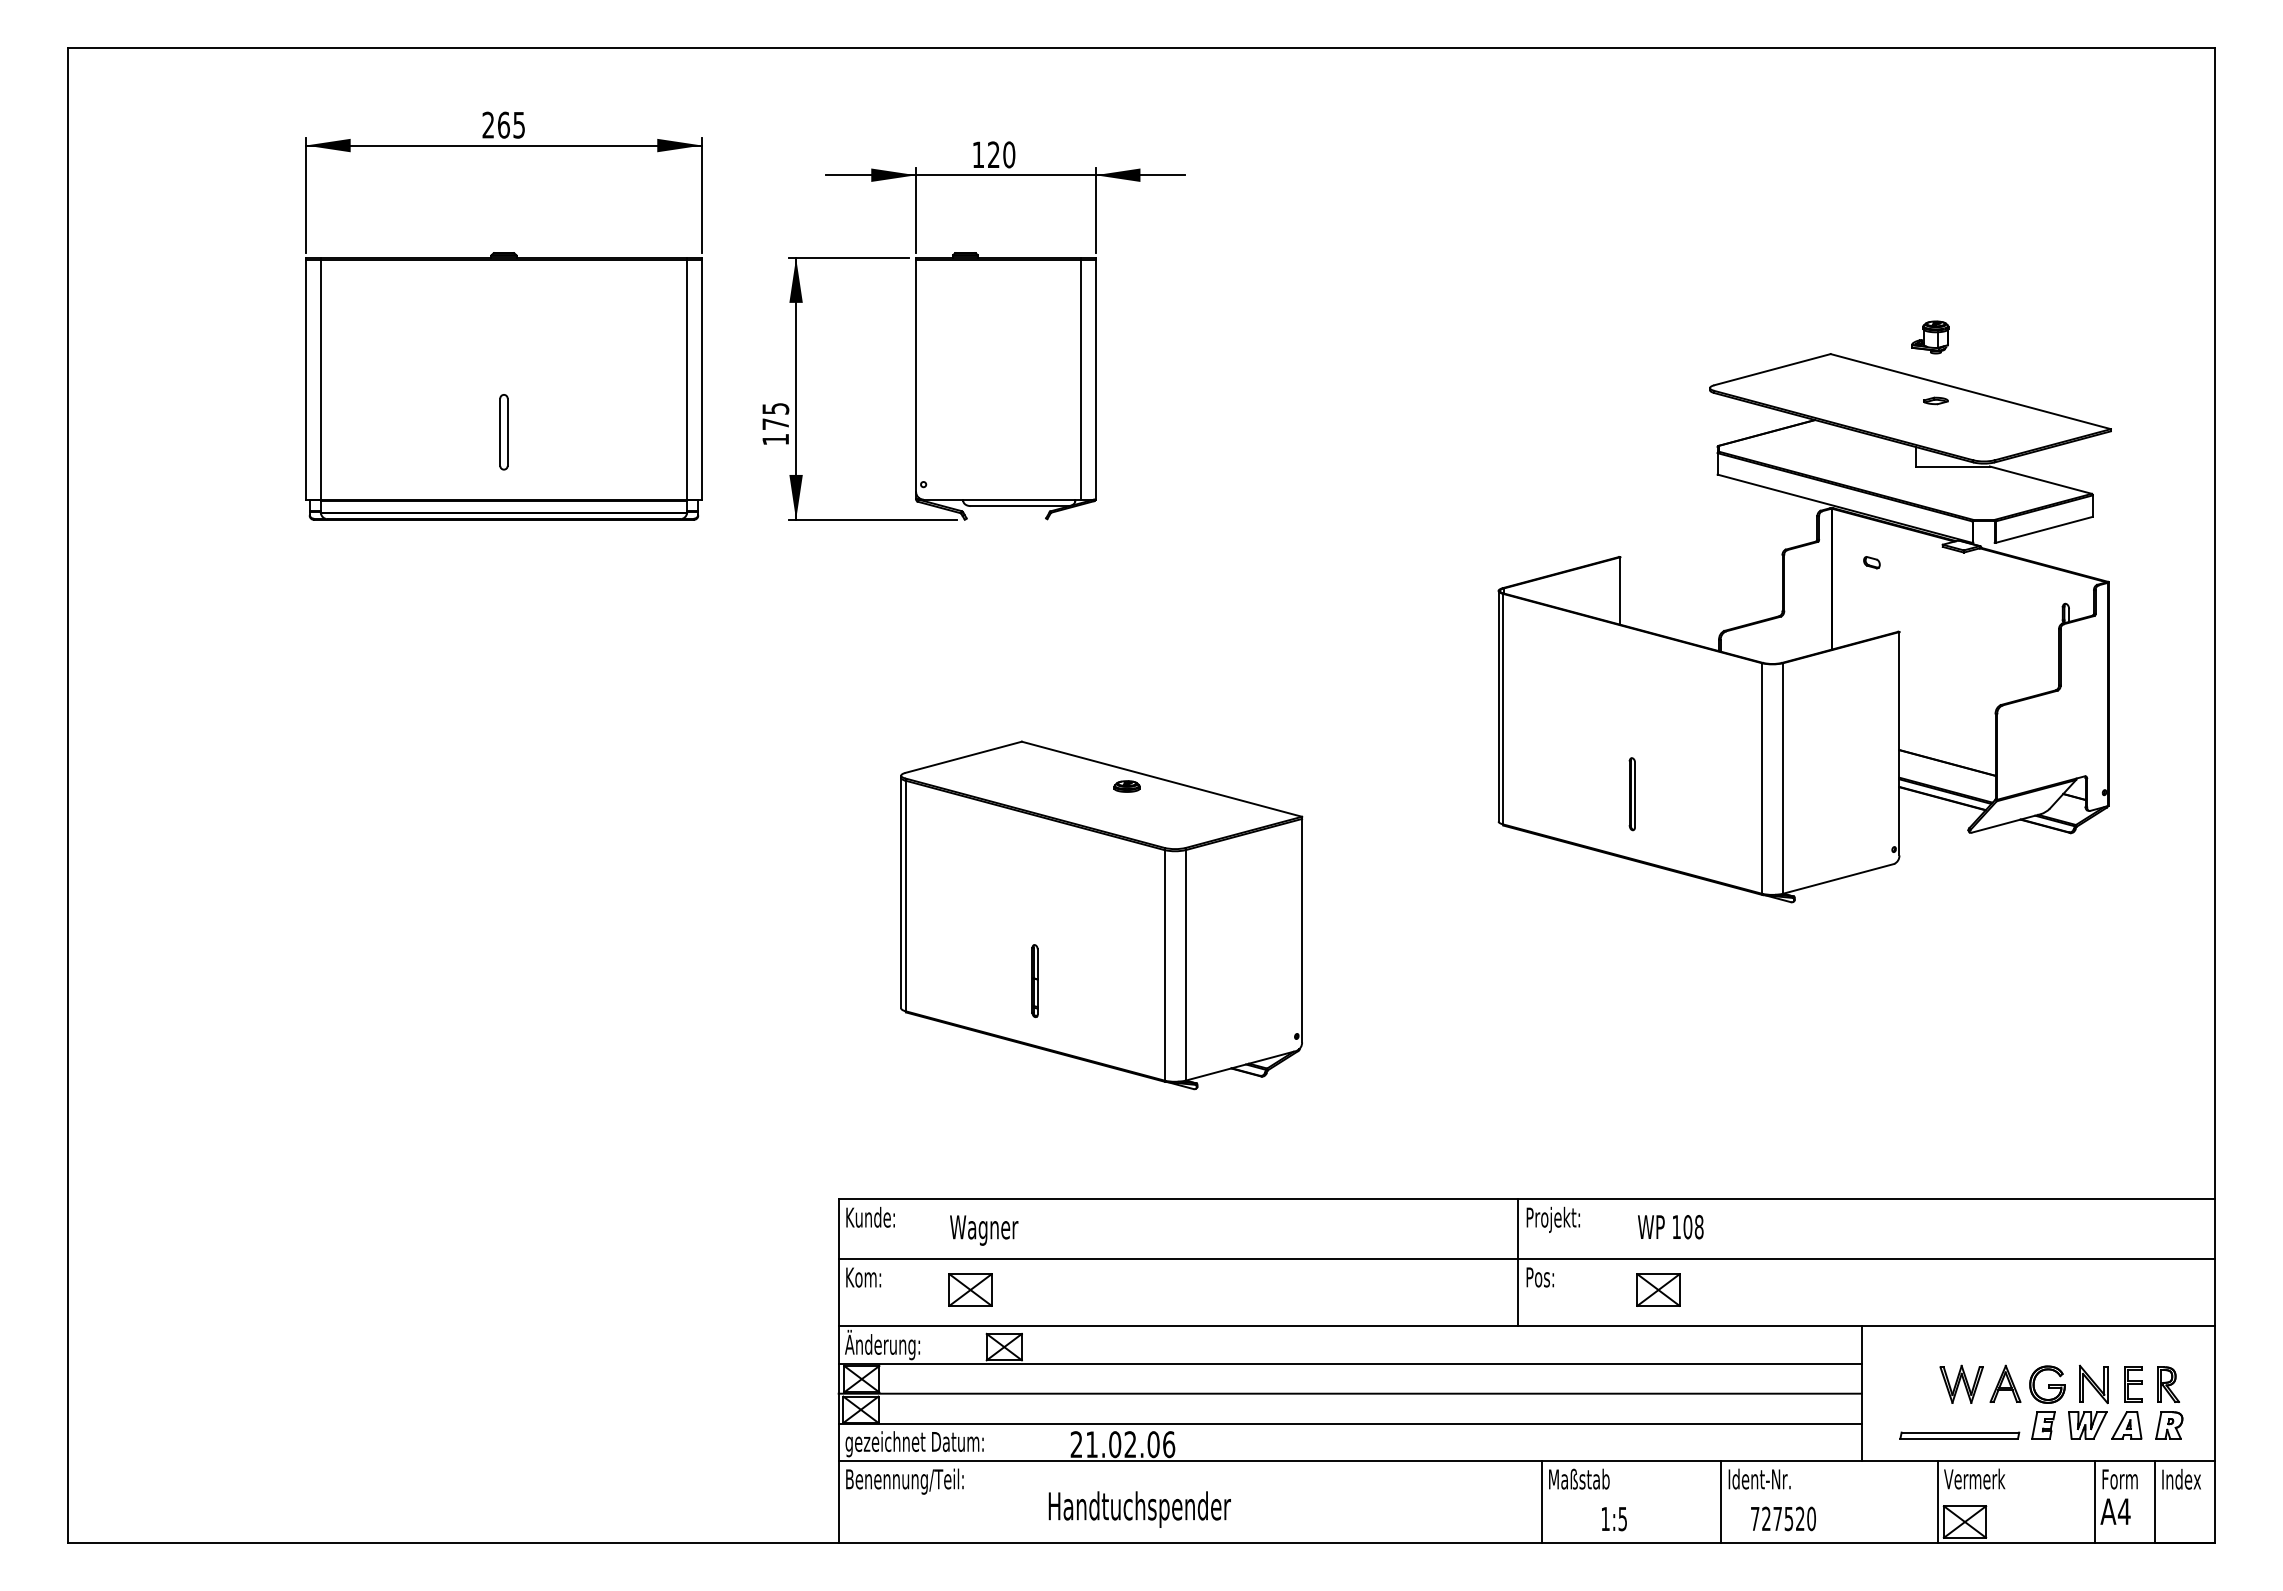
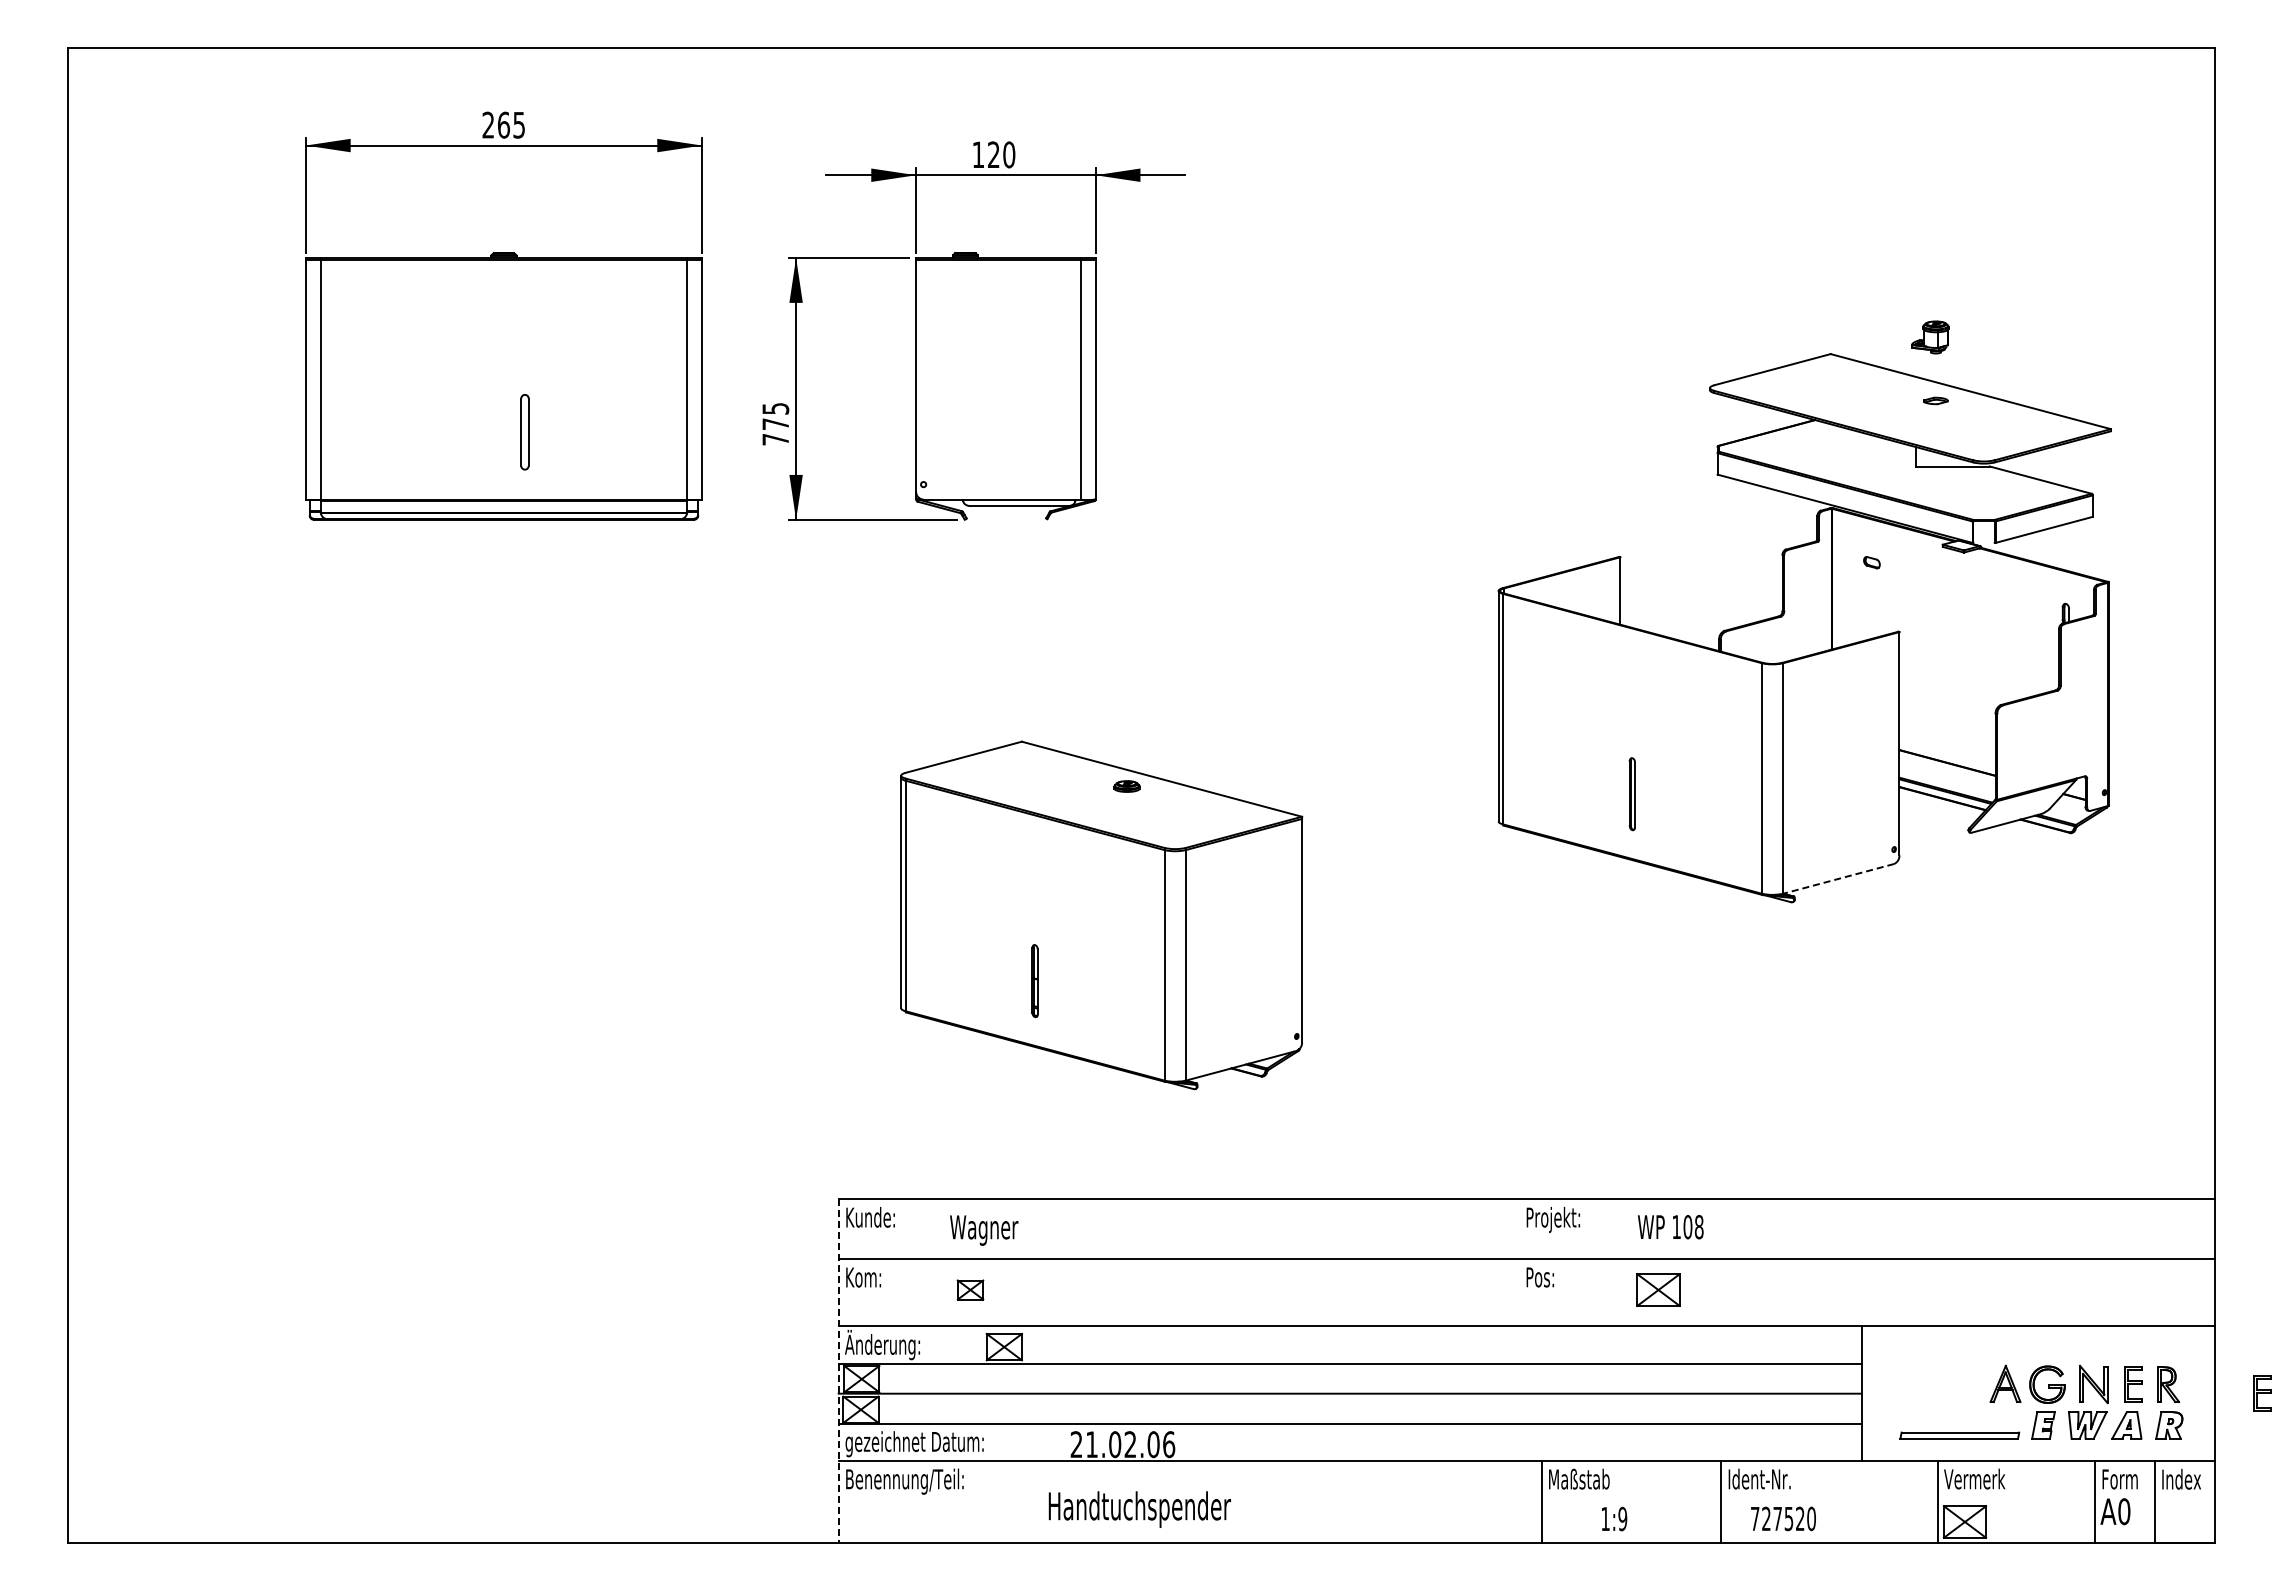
part at (503, 432) position: (503, 432) -> (524, 432)
text at (775, 439): 175 -> 775
line at (1838, 879): solid -> dashed
line at (1517, 1262): present -> none
part at (970, 1289) size: 45x34 px -> 29x22 px
line at (838, 1371): solid -> dashed
part at (1961, 1383): present -> none
part at (2262, 1393): none -> present
text at (2123, 1511): A4 -> A0
text at (1622, 1518): 1:5 -> 1:9
